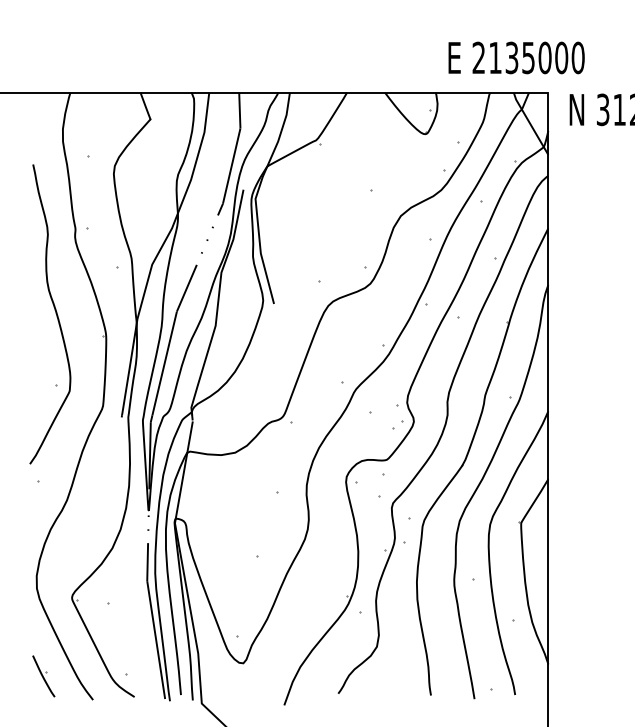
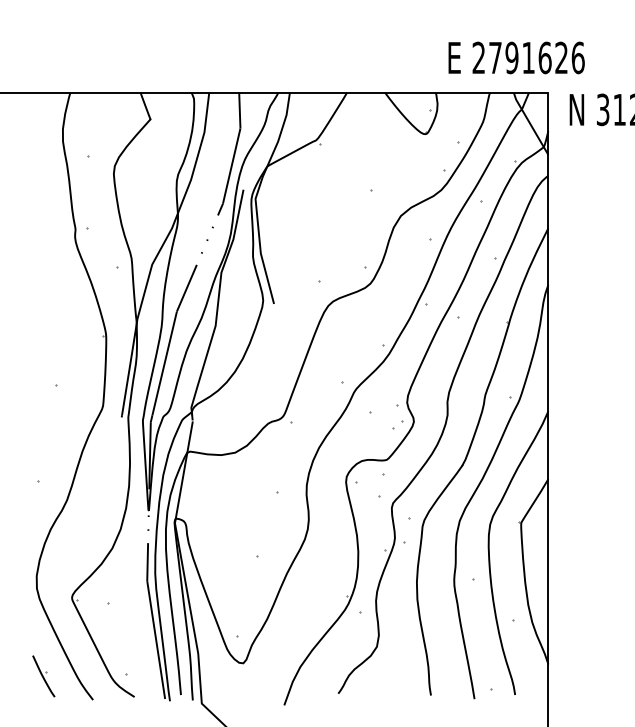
text at (536, 57): 2135000 -> 2791626
curve at (55, 313): present -> none
